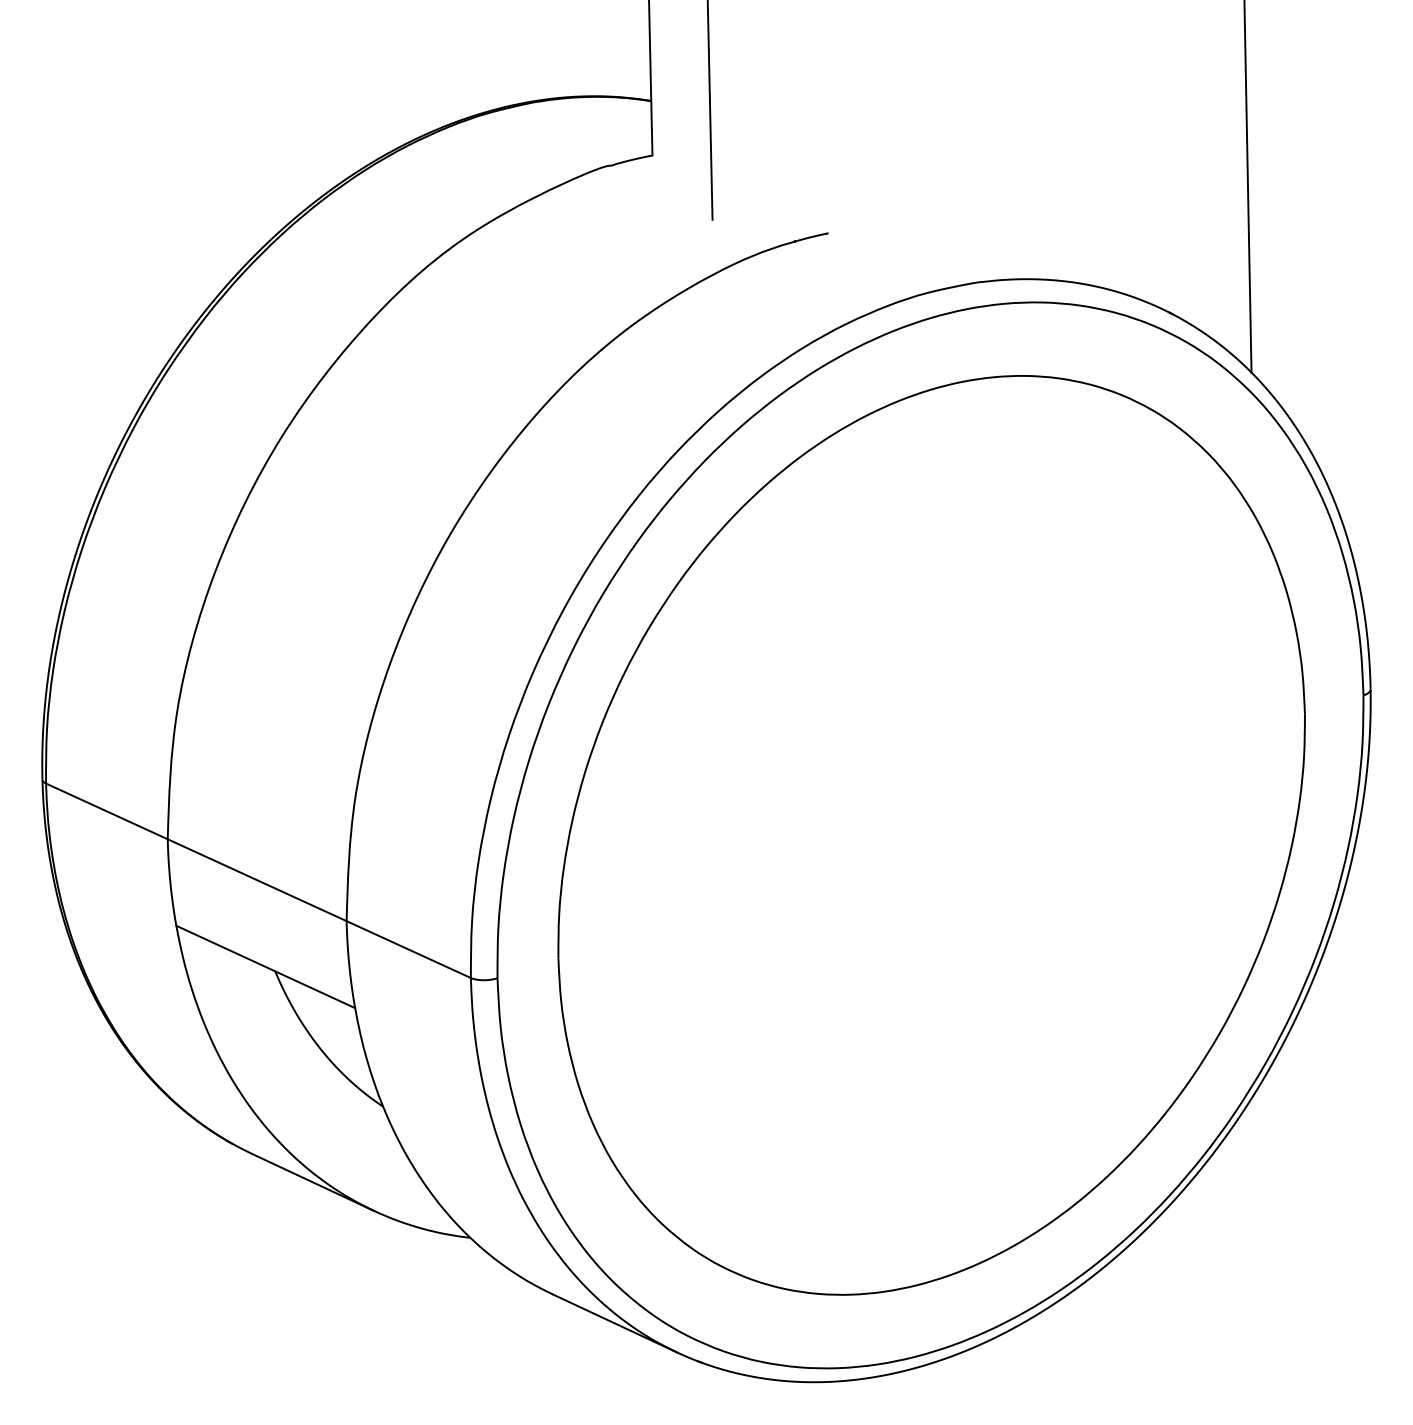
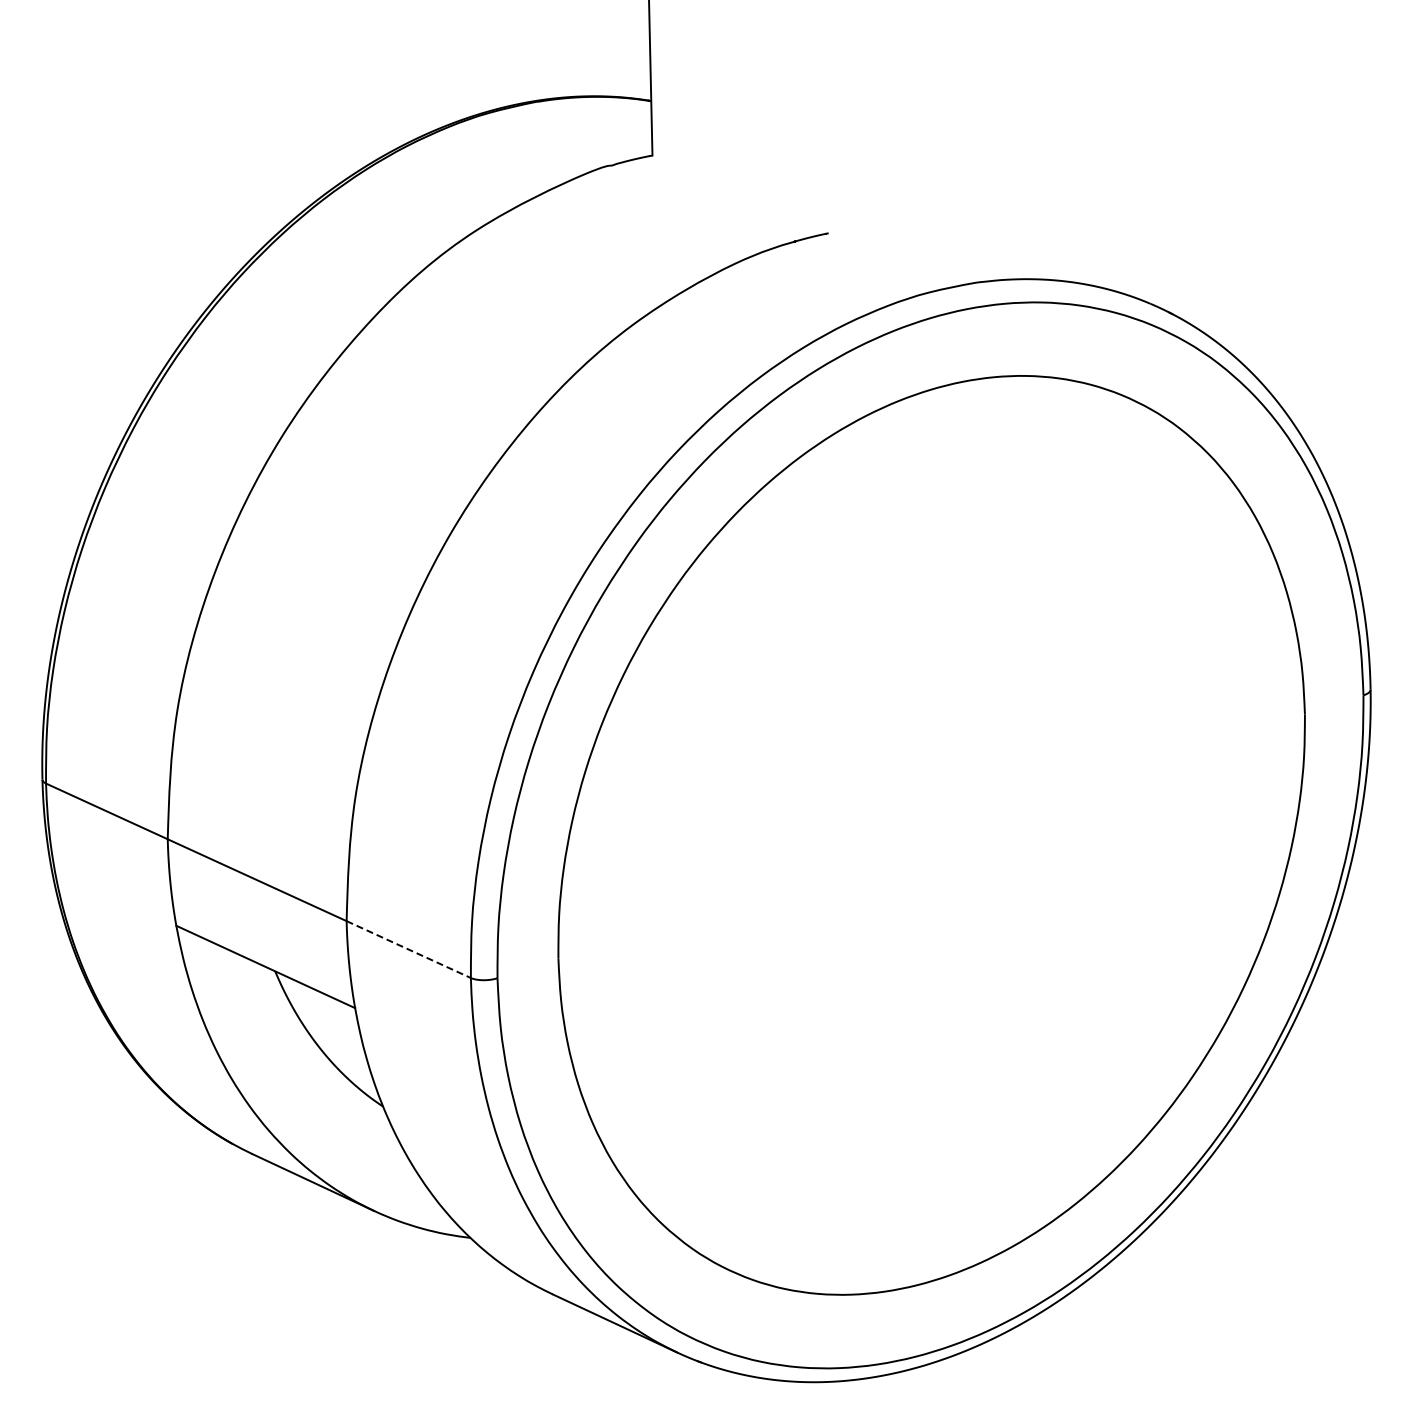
line at (709, 110): present -> none
line at (1247, 187): present -> none
line at (409, 949): solid -> dashed
